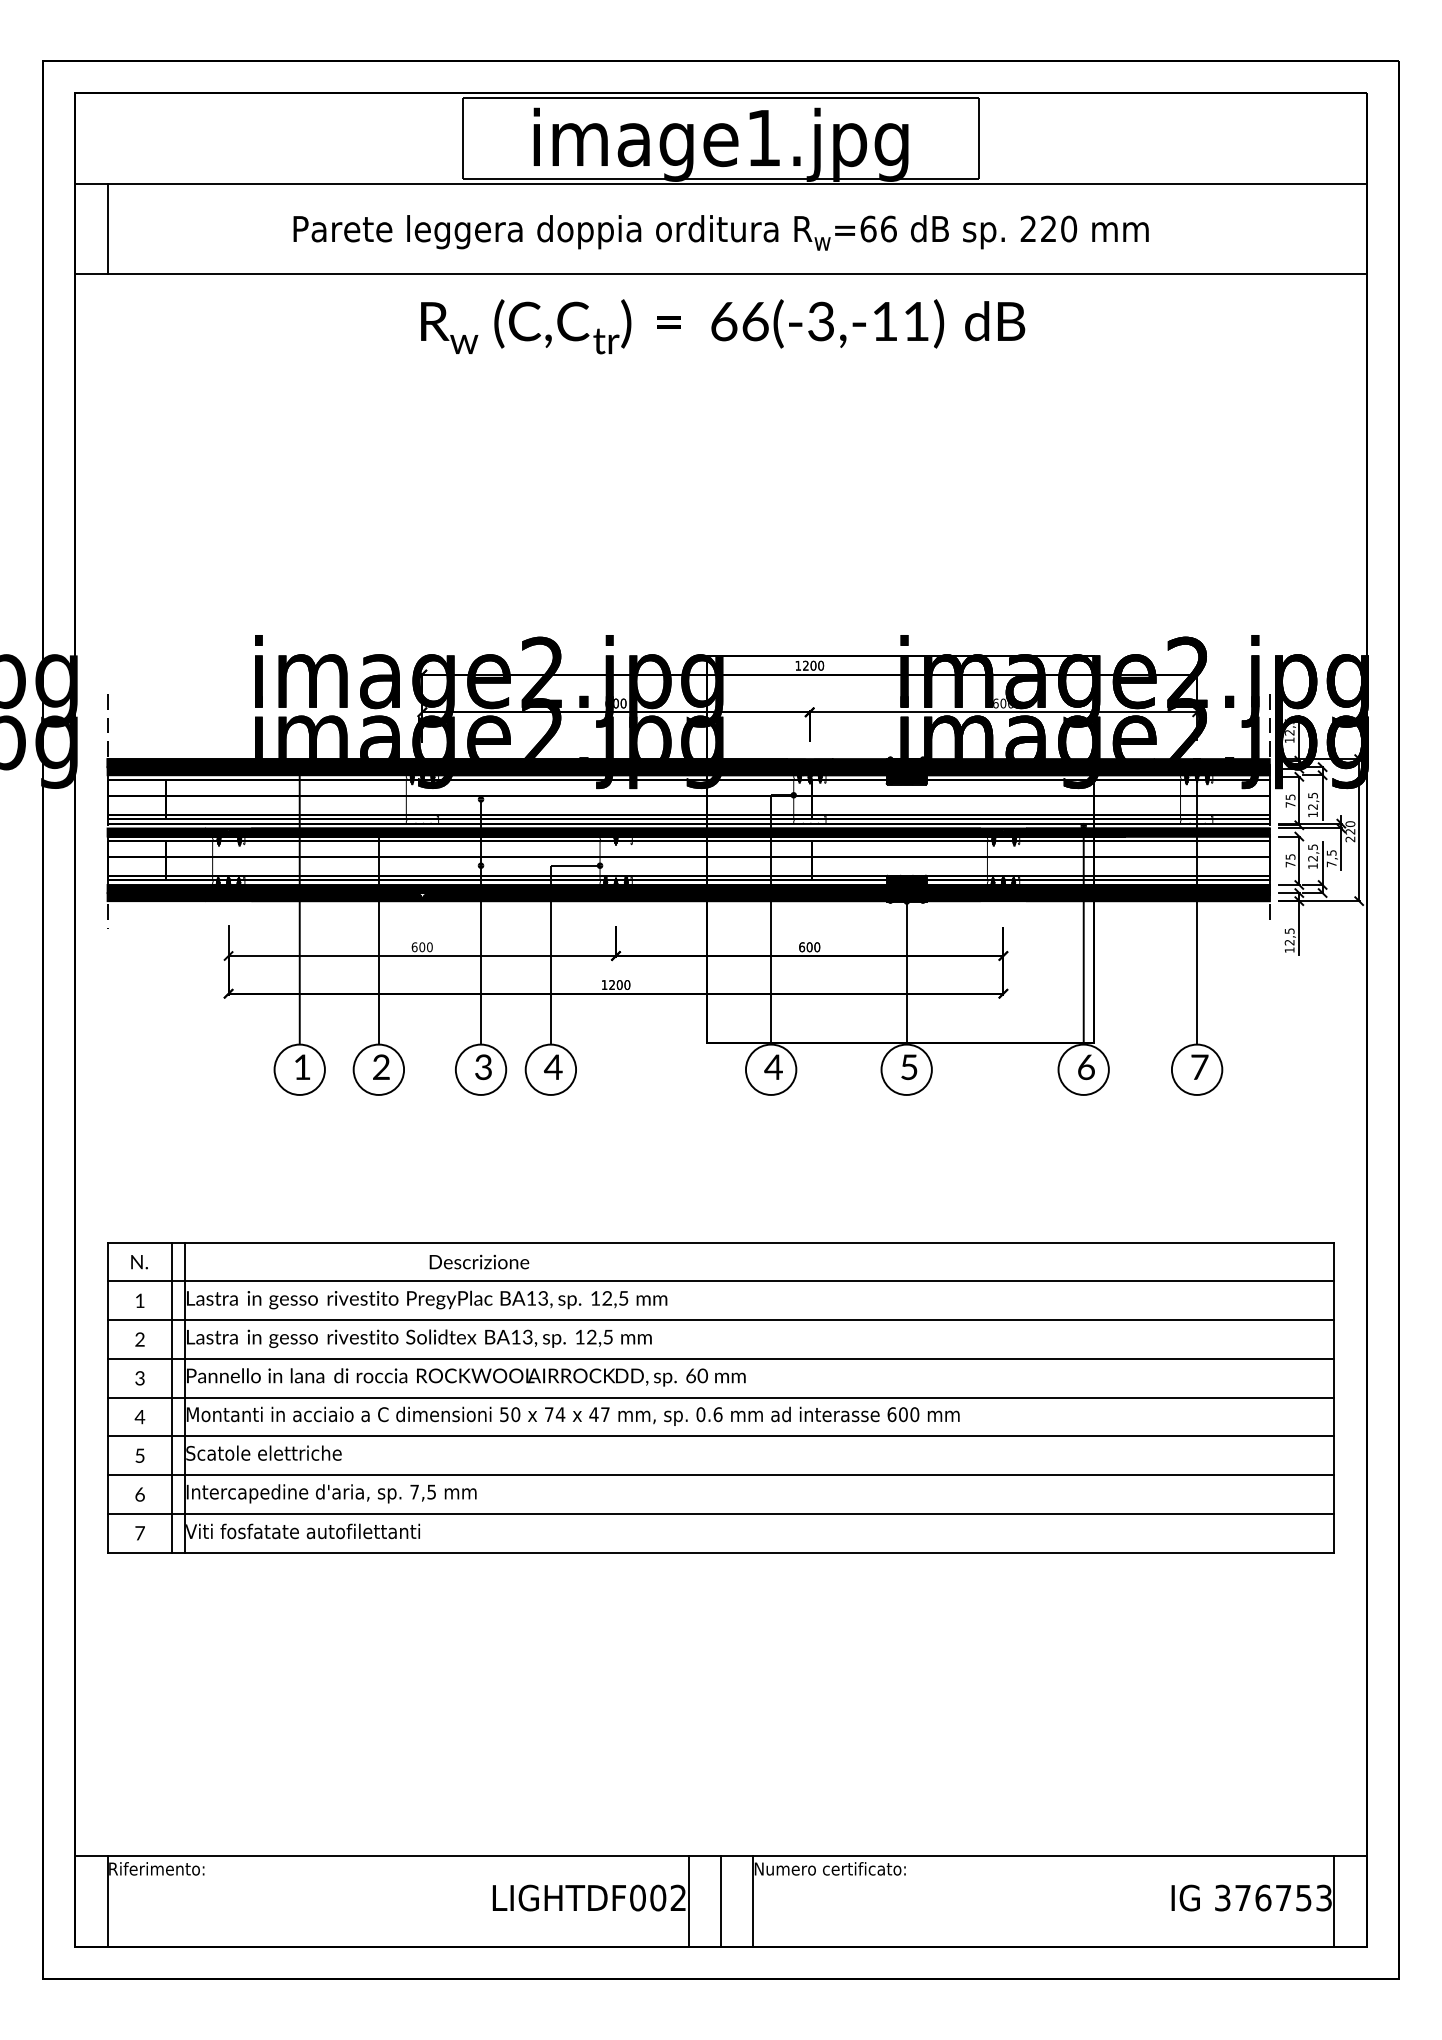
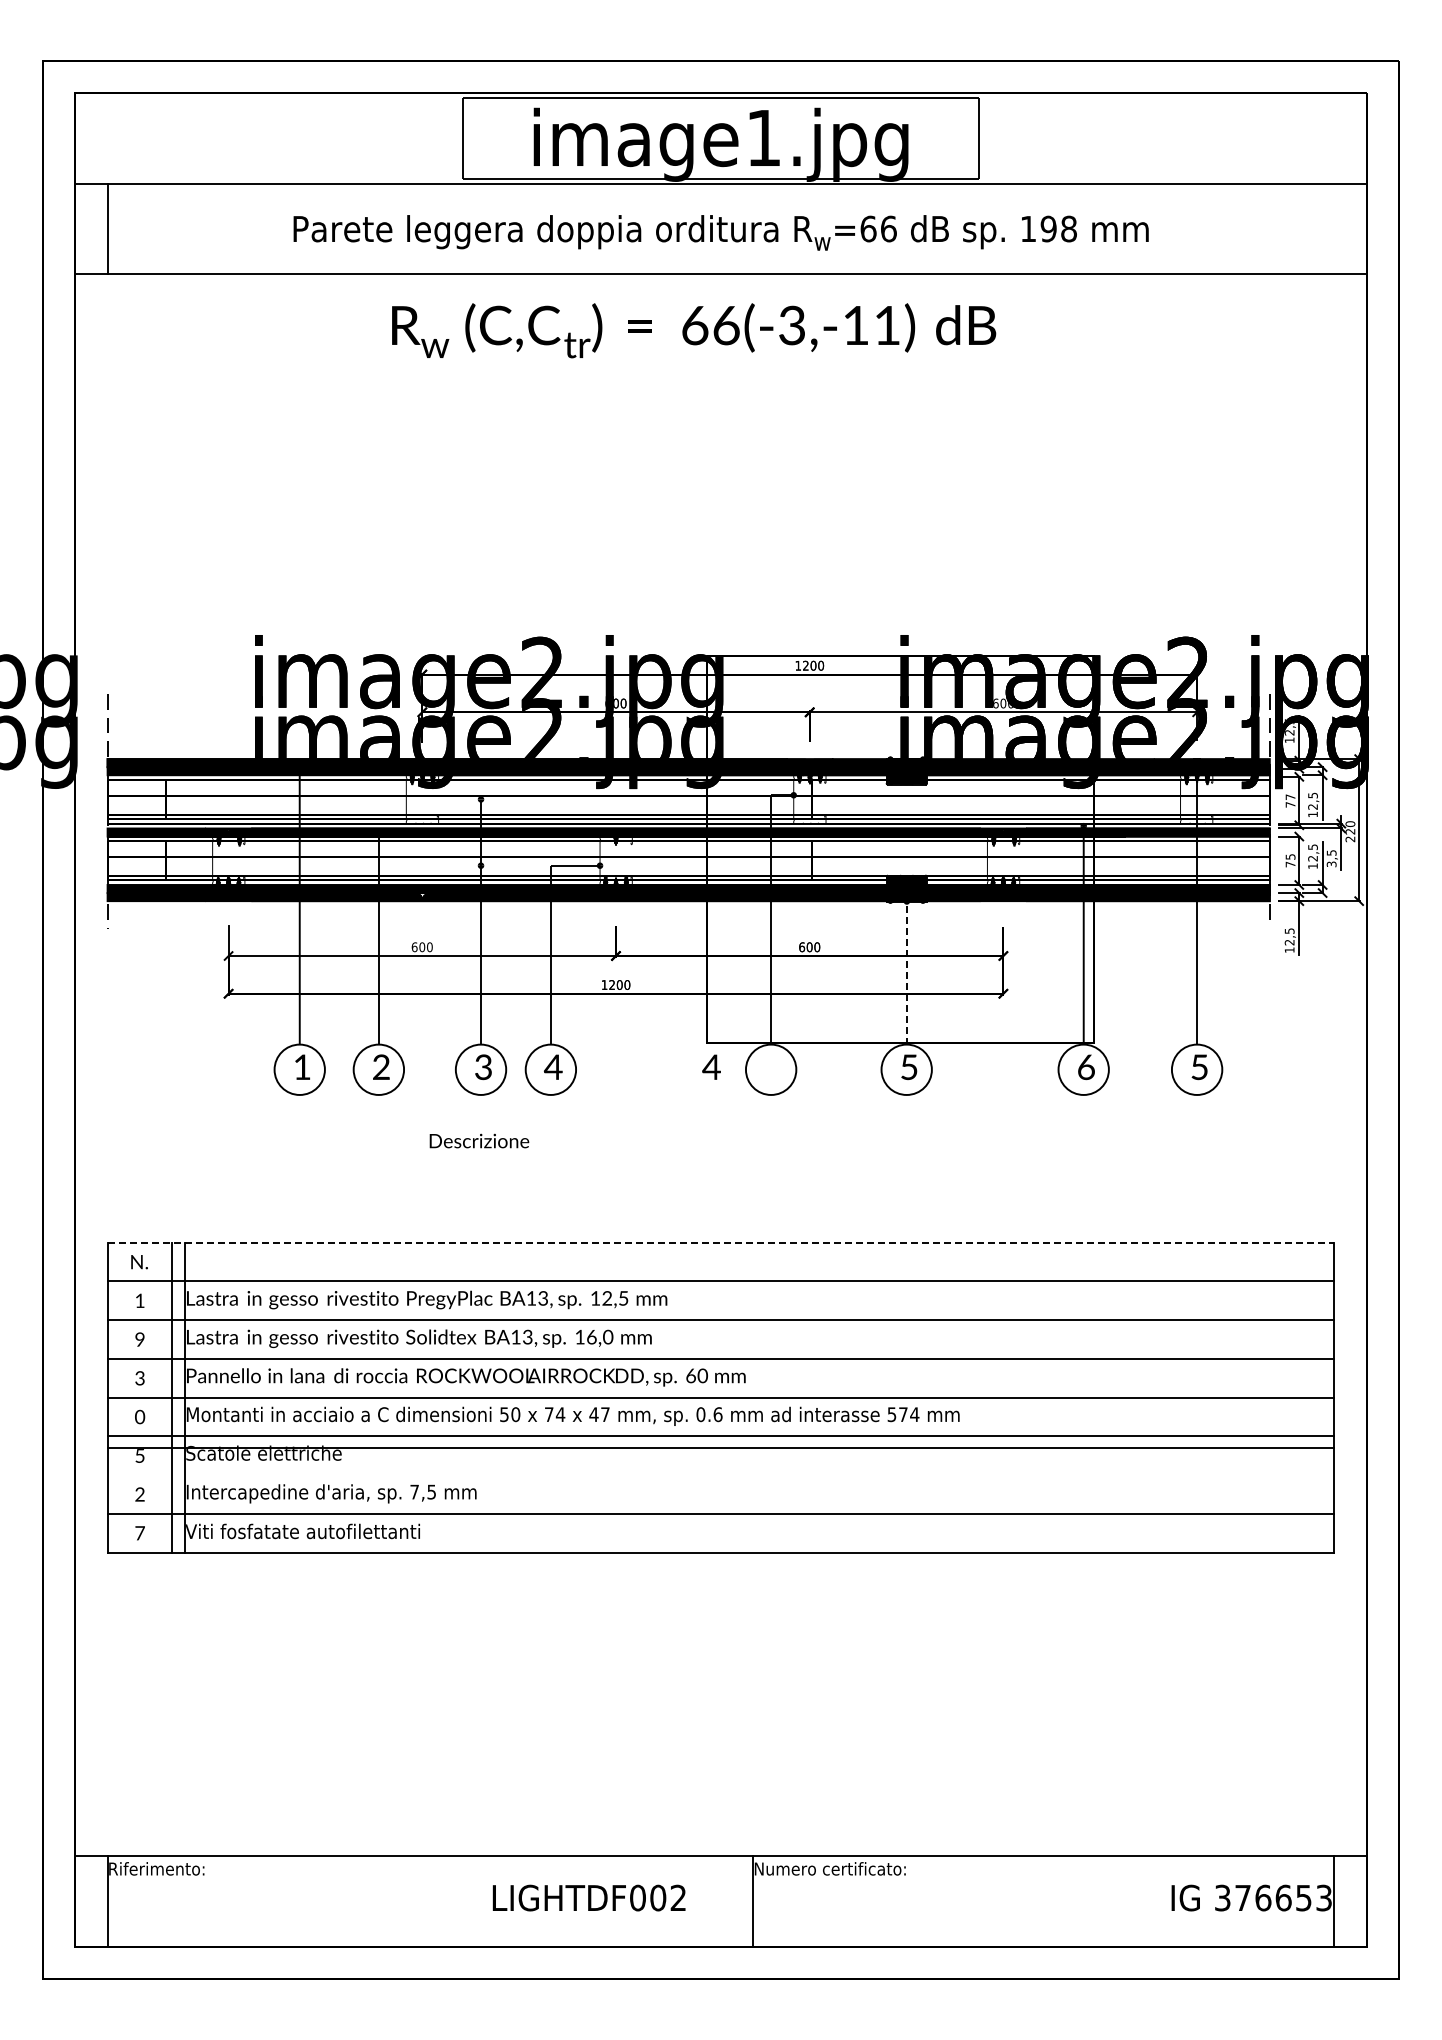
text at (1048, 228): 220 -> 198
text at (723, 326) position: (723, 326) -> (694, 330)
text at (1290, 797): 75 -> 77
text at (1331, 864): 7,5 -> 3,5
line at (906, 972): solid -> dashed
text at (773, 1066) position: (773, 1066) -> (711, 1066)
text at (1199, 1067): 7 -> 5
line at (721, 1242): solid -> dashed
text at (479, 1261) position: (479, 1261) -> (479, 1140)
text at (600, 1336): 12,5 -> 16,0
text at (139, 1340): 2 -> 9
text at (903, 1414): 600 -> 574
text at (139, 1416): 4 -> 0
line at (720, 1475) position: (720, 1475) -> (720, 1448)
text at (139, 1494): 6 -> 2
text at (1283, 1897): 376753 -> 376653
line at (688, 1901): present -> none
line at (720, 1901): present -> none
